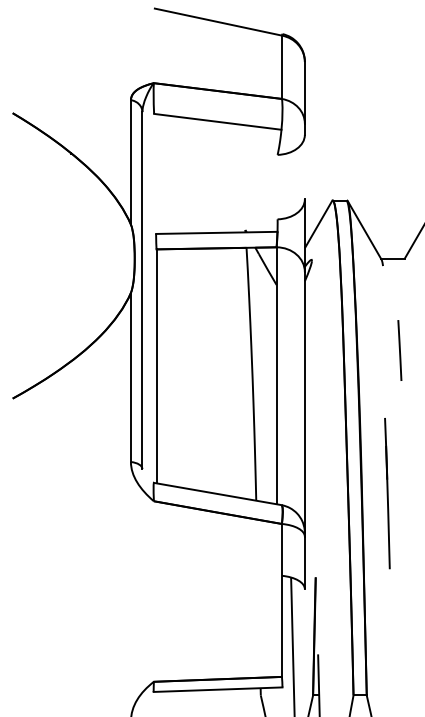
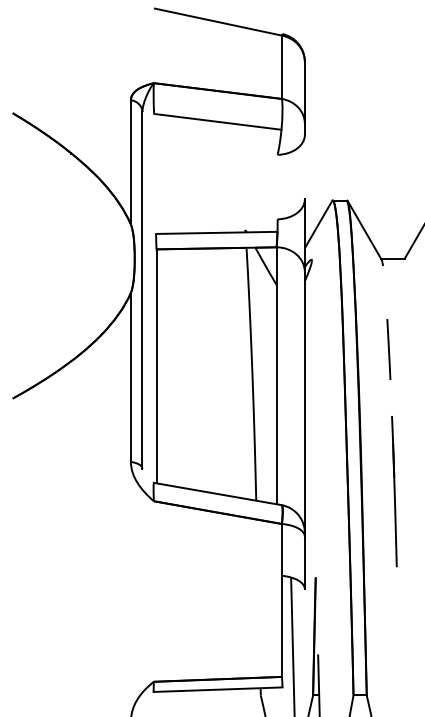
line at (399, 350) position: (399, 350) -> (388, 349)
line at (387, 493) position: (387, 493) -> (394, 491)
